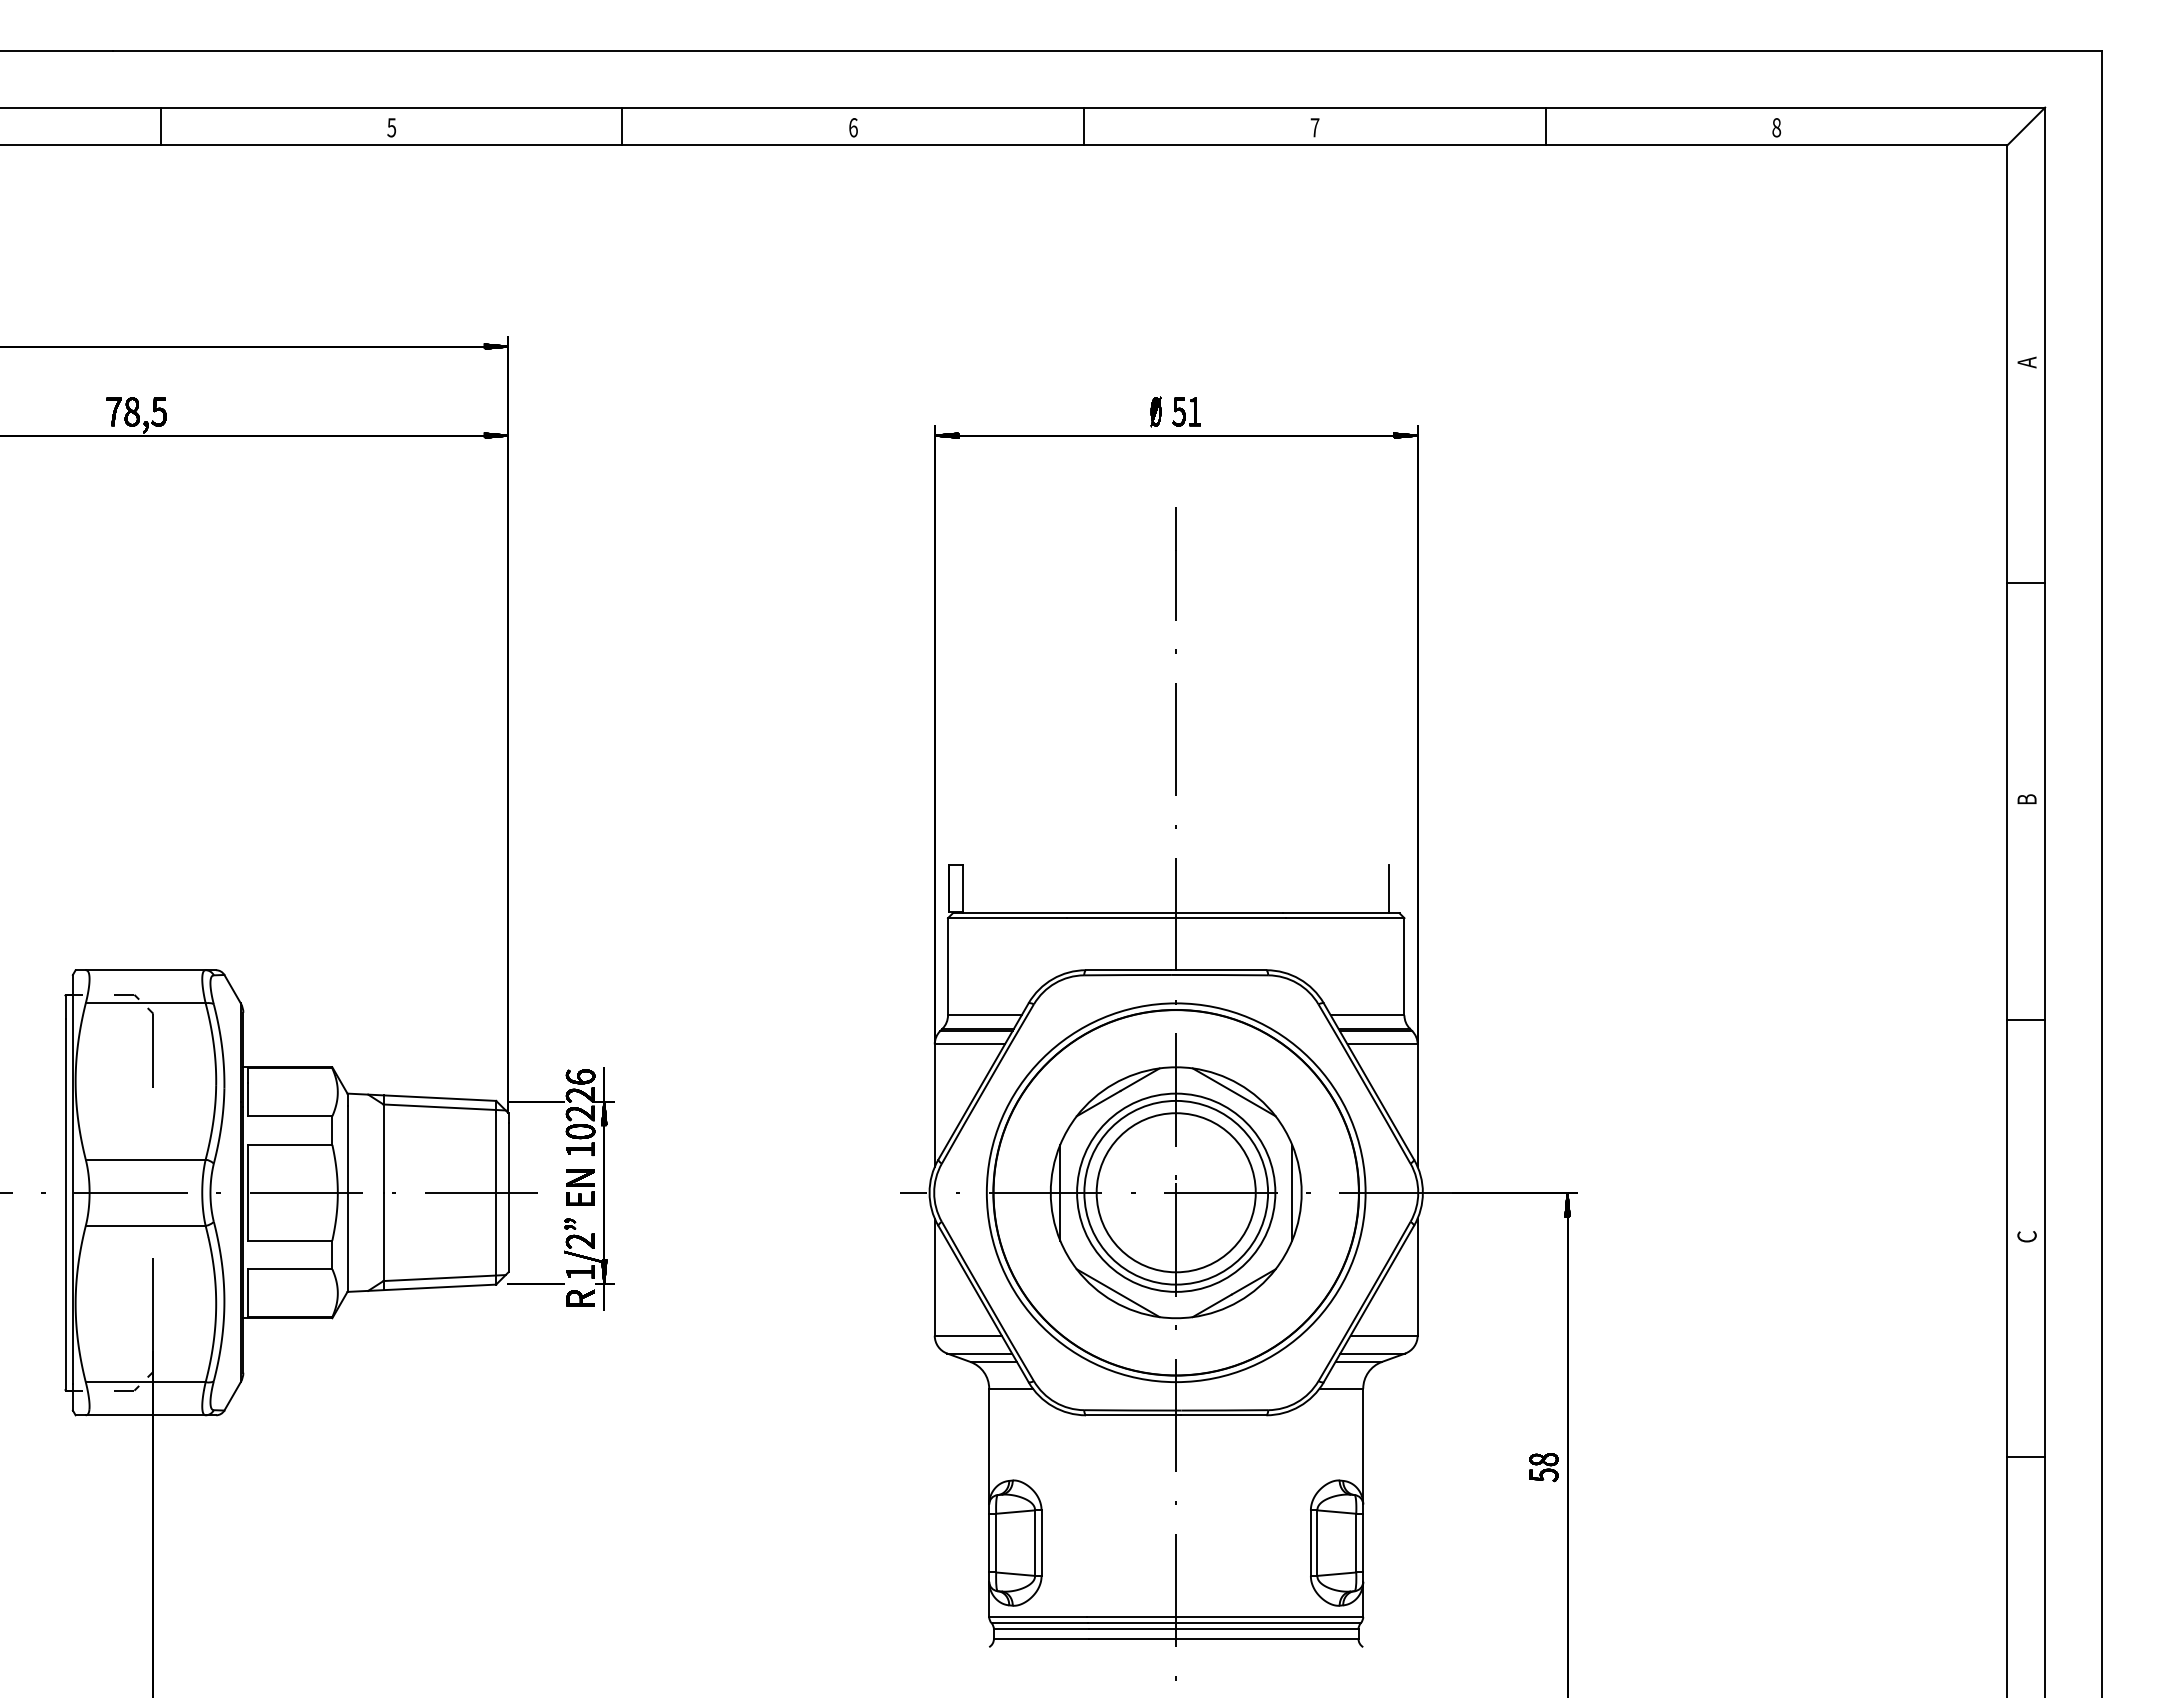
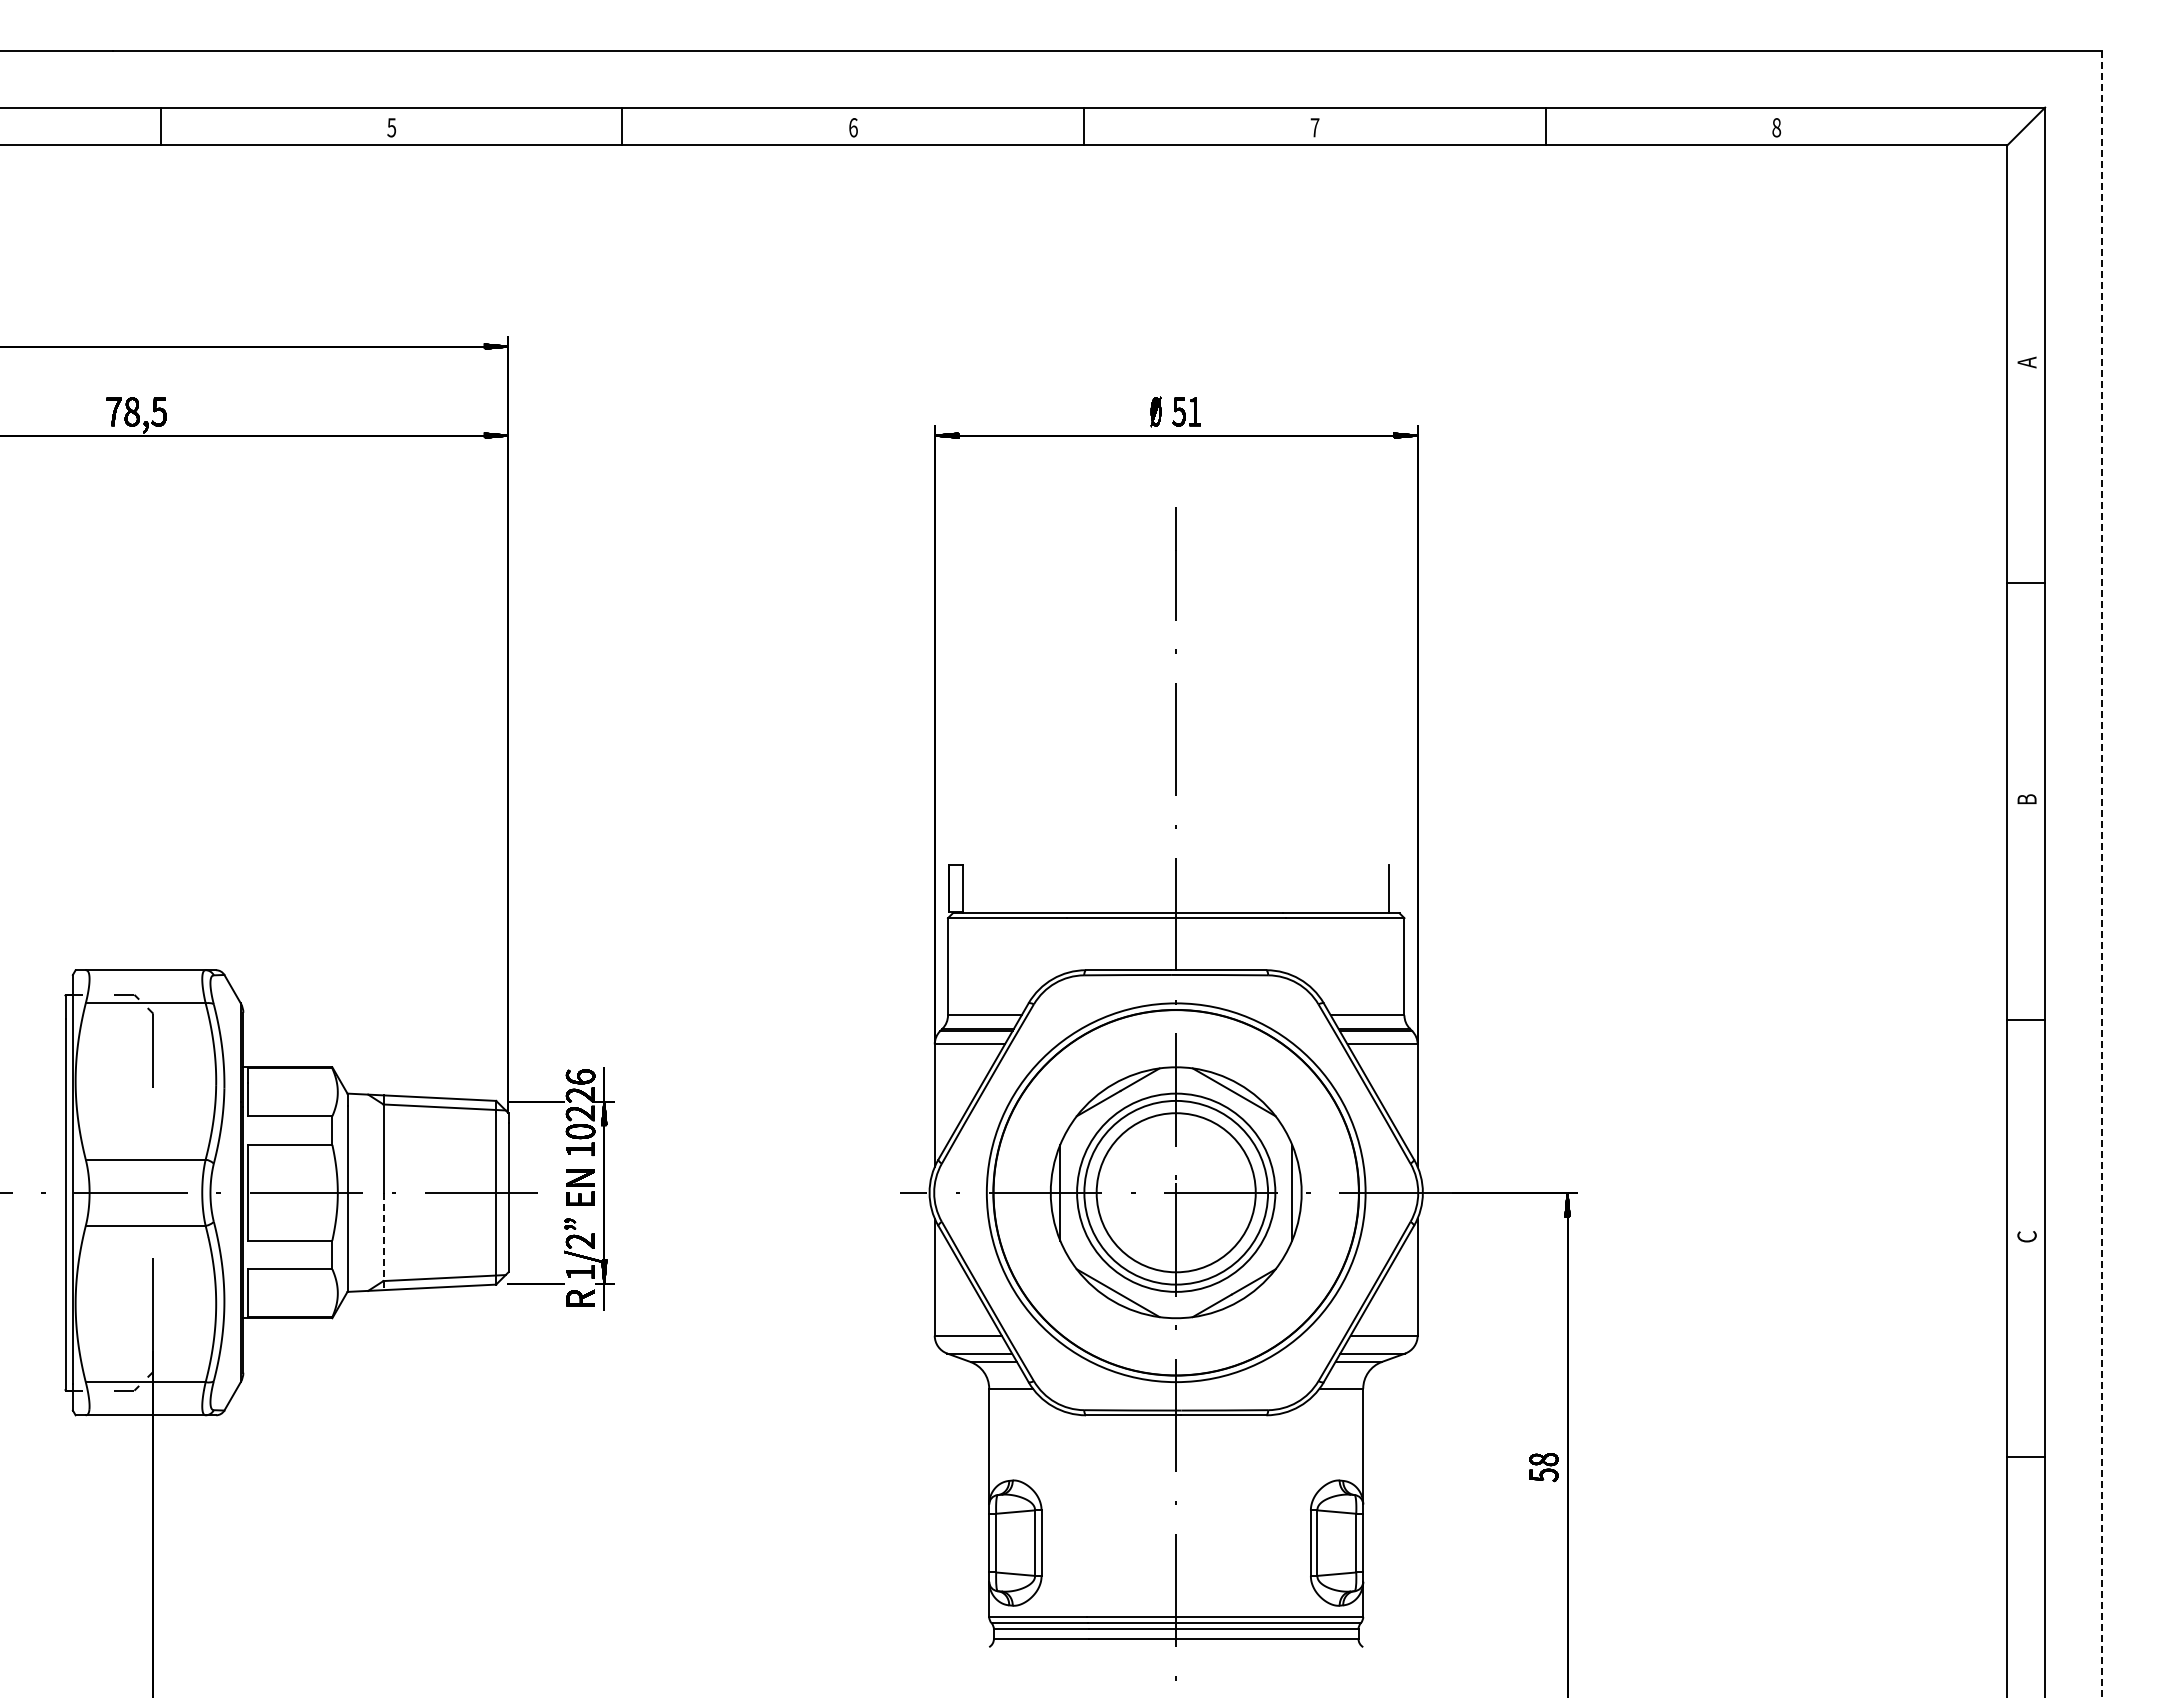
line at (2101, 873): solid -> dashed
line at (383, 1241): solid -> dashed
